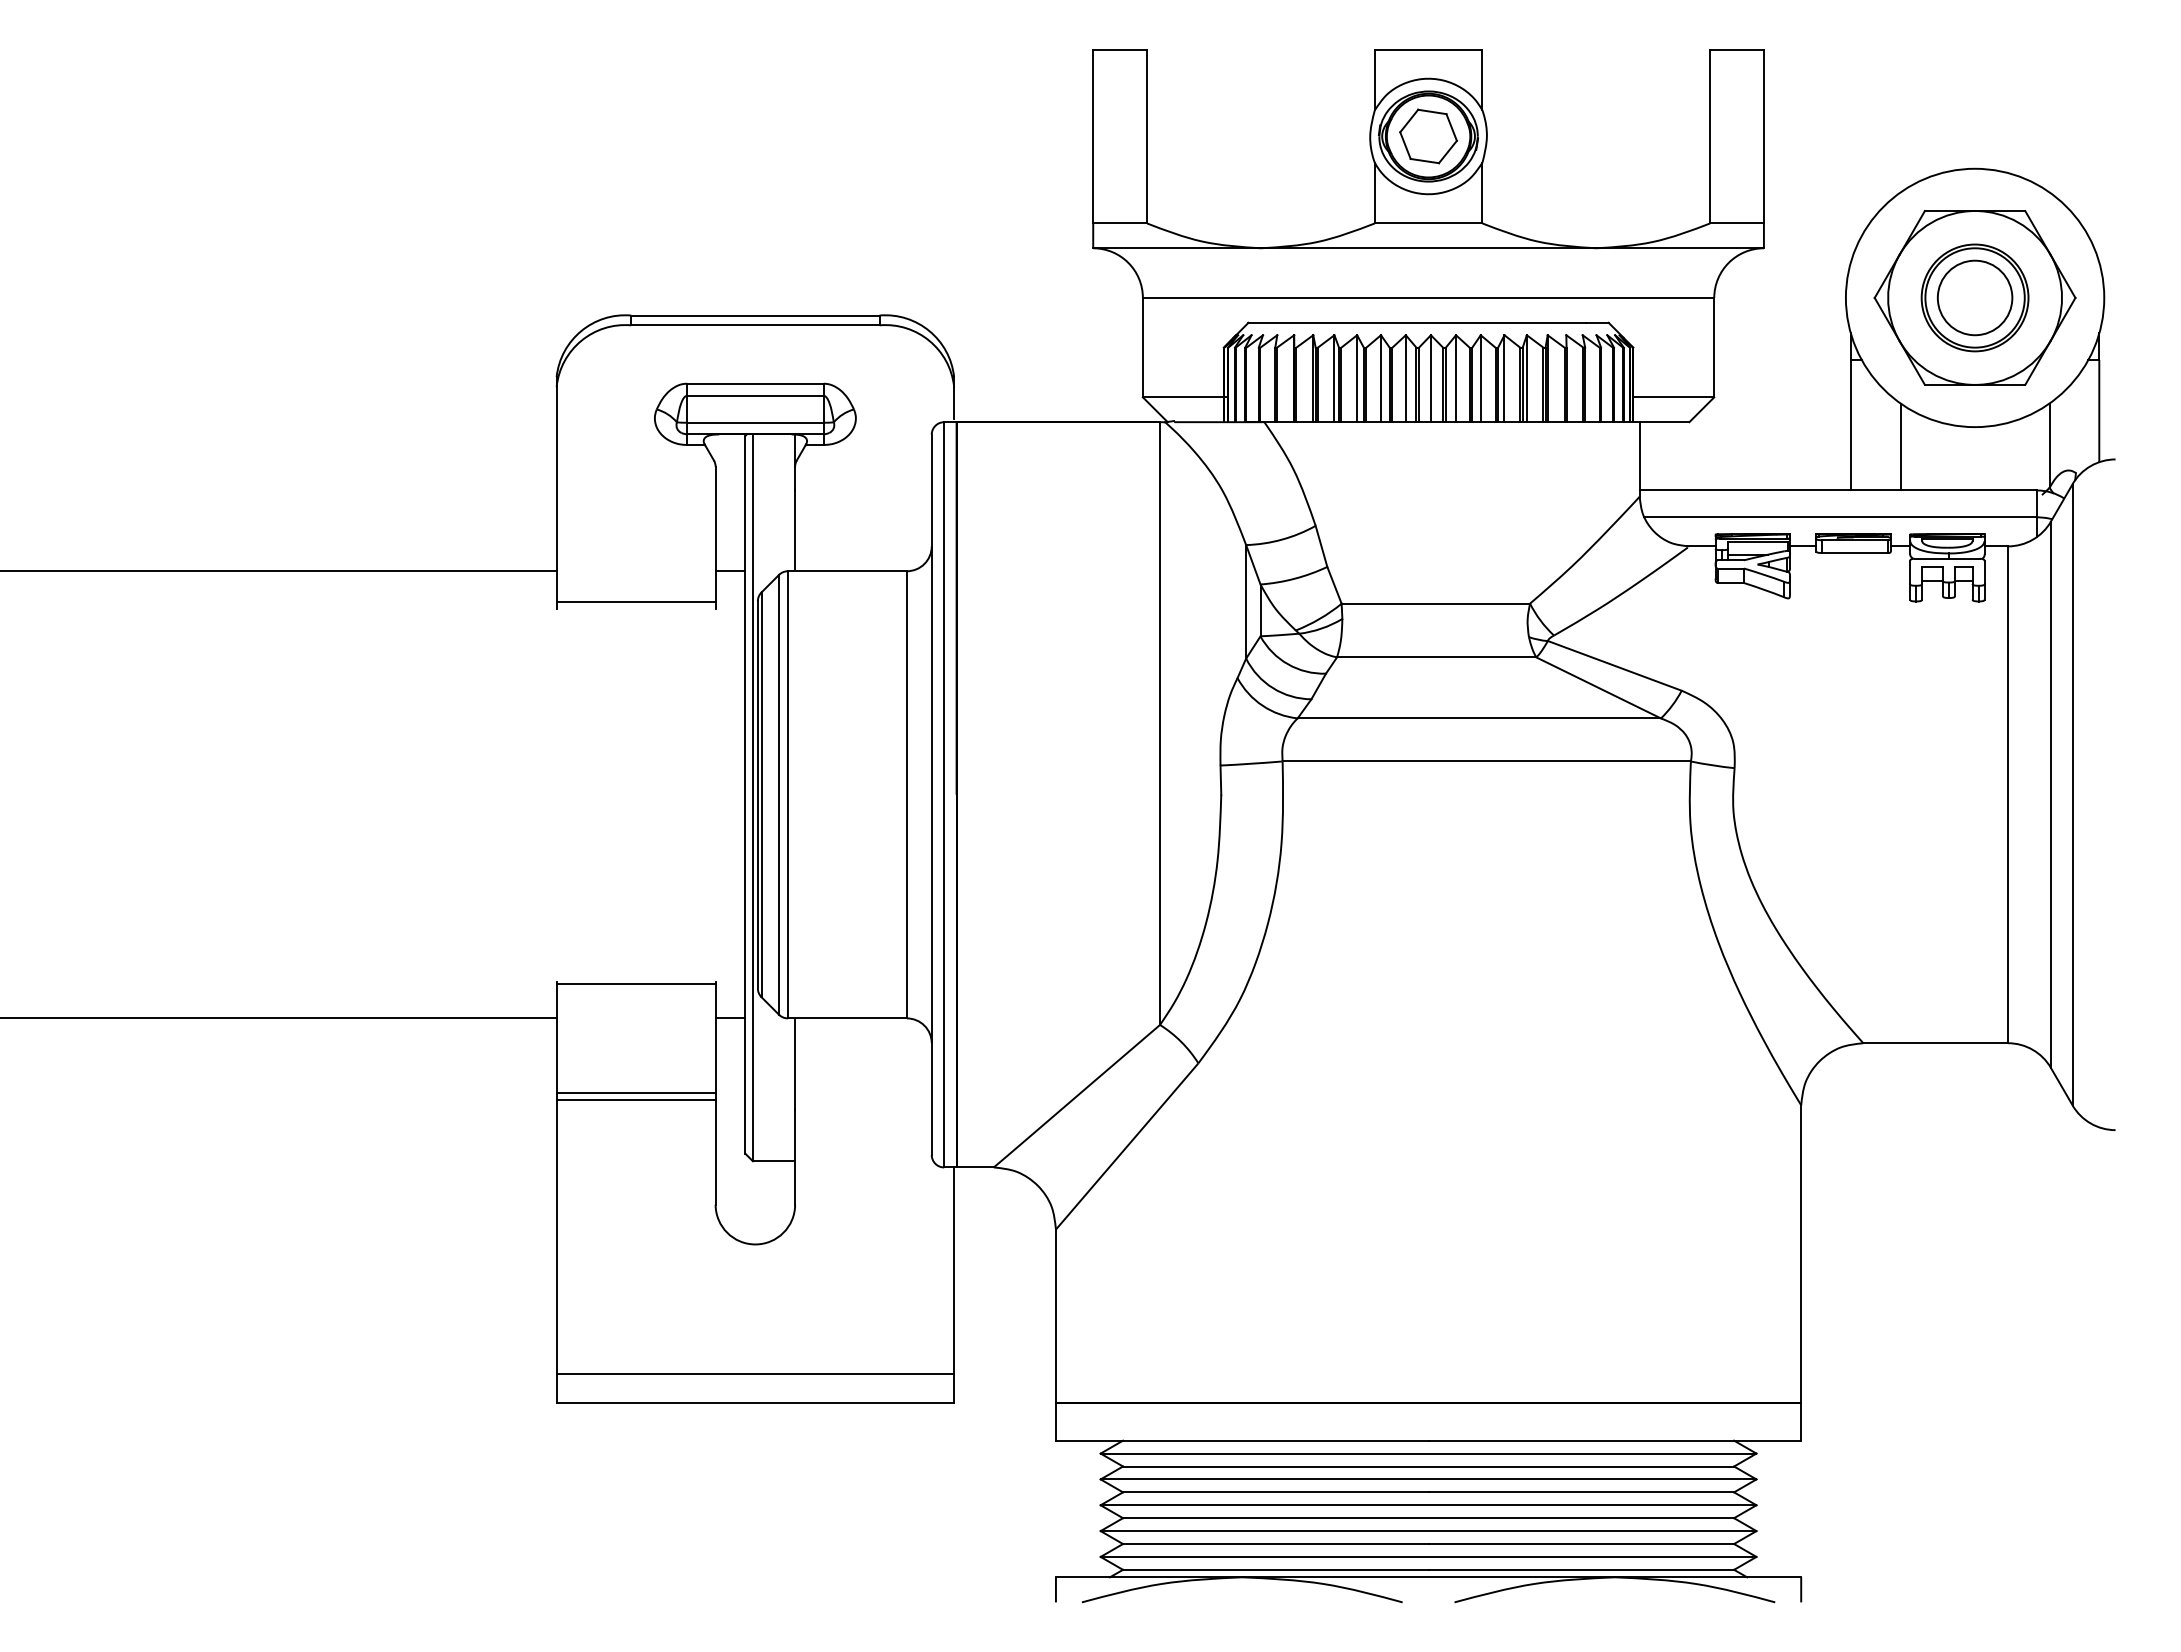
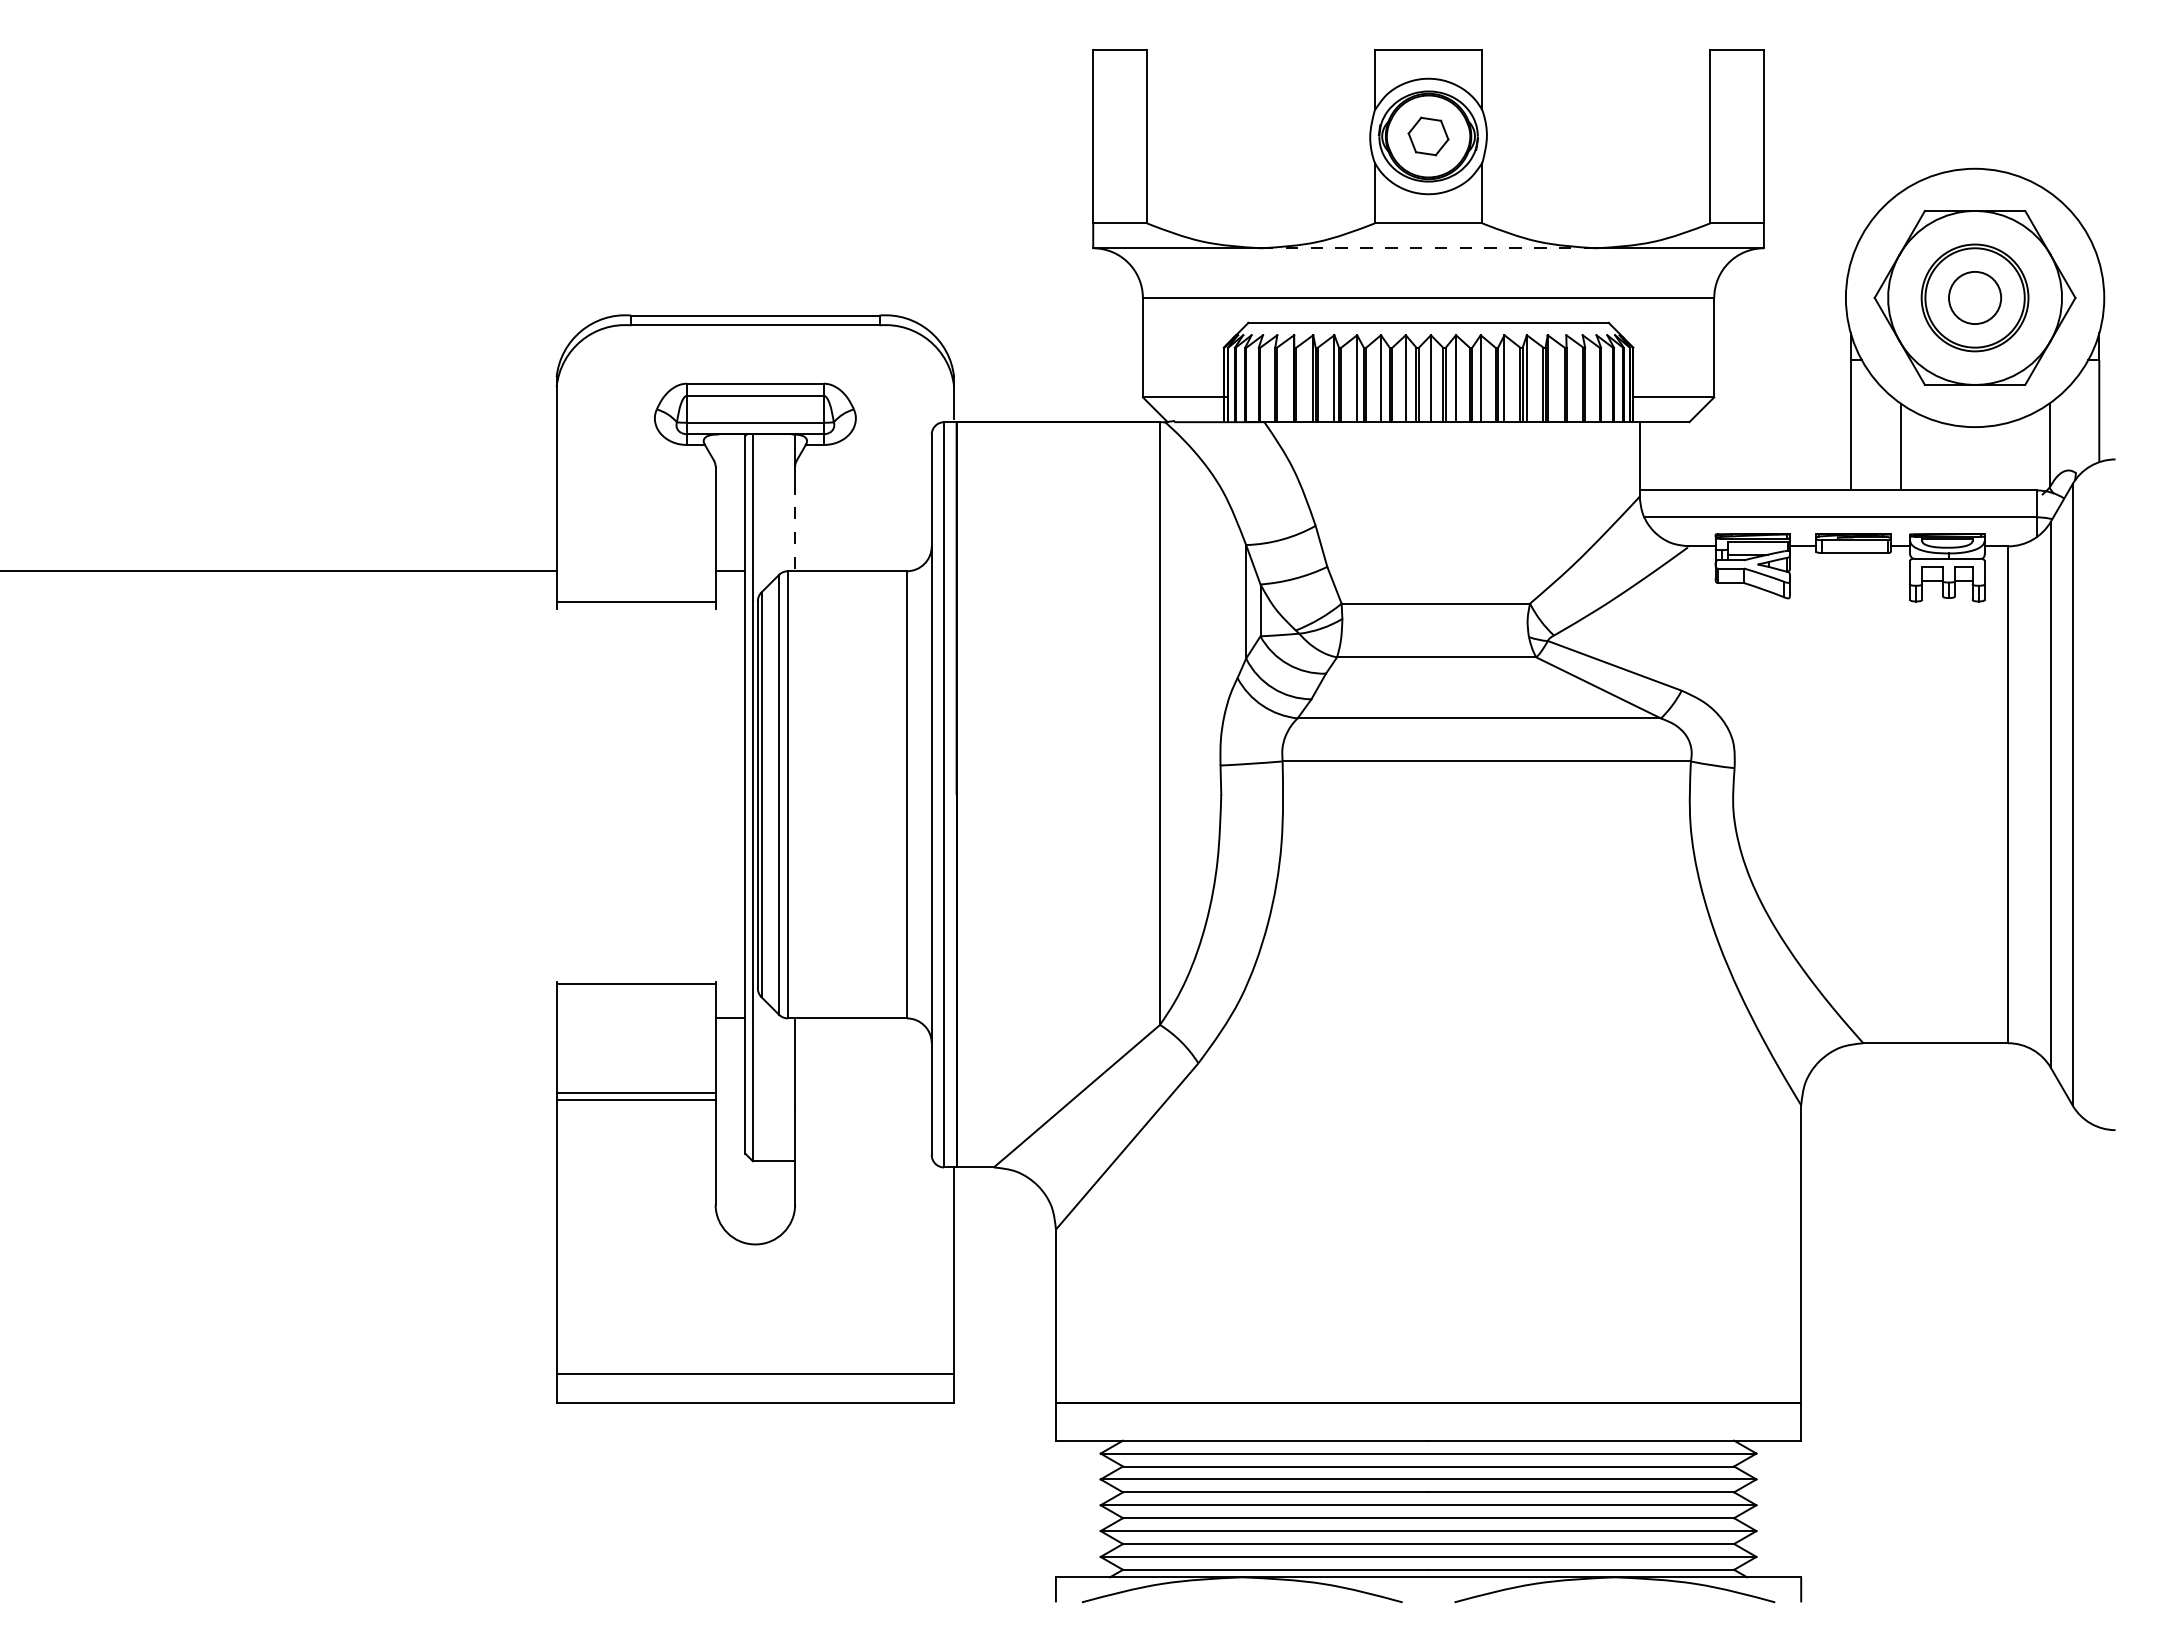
part at (1428, 136) size: 59x57 px -> 43x41 px
line at (1428, 248): solid -> dashed
circle at (1974, 297) diameter: 75 px -> 52 px
line at (795, 529): solid -> dashed
line at (279, 1018): present -> none
